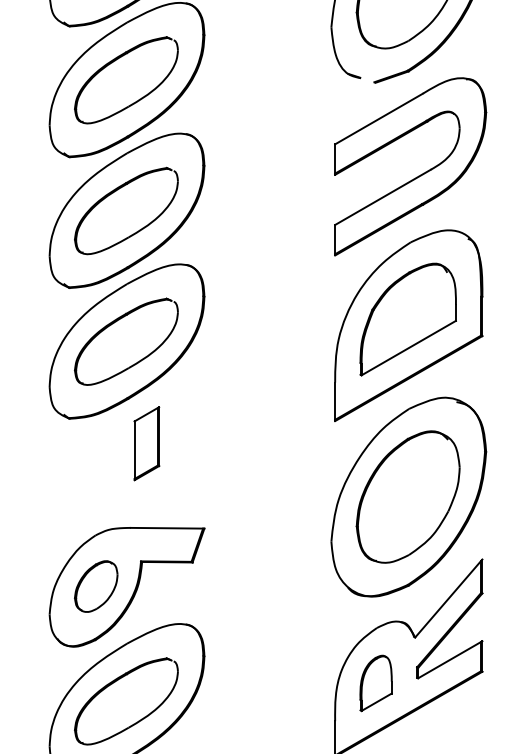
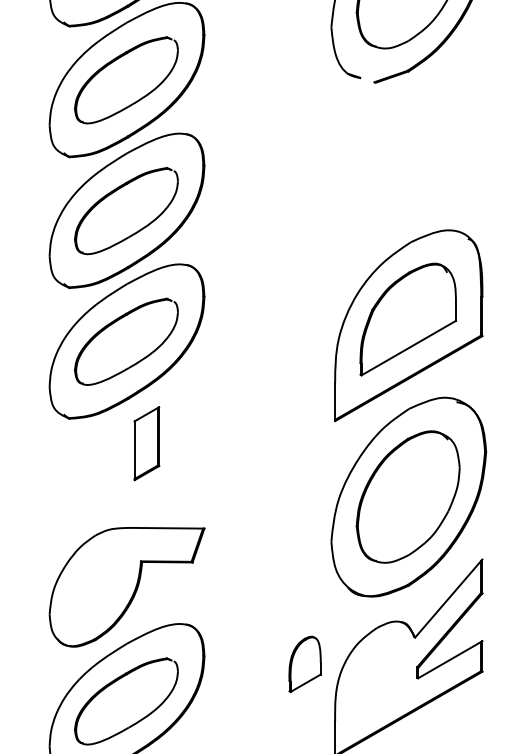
part at (418, 175): present -> none
part at (96, 586): present -> none
part at (375, 683) position: (375, 683) -> (304, 664)
